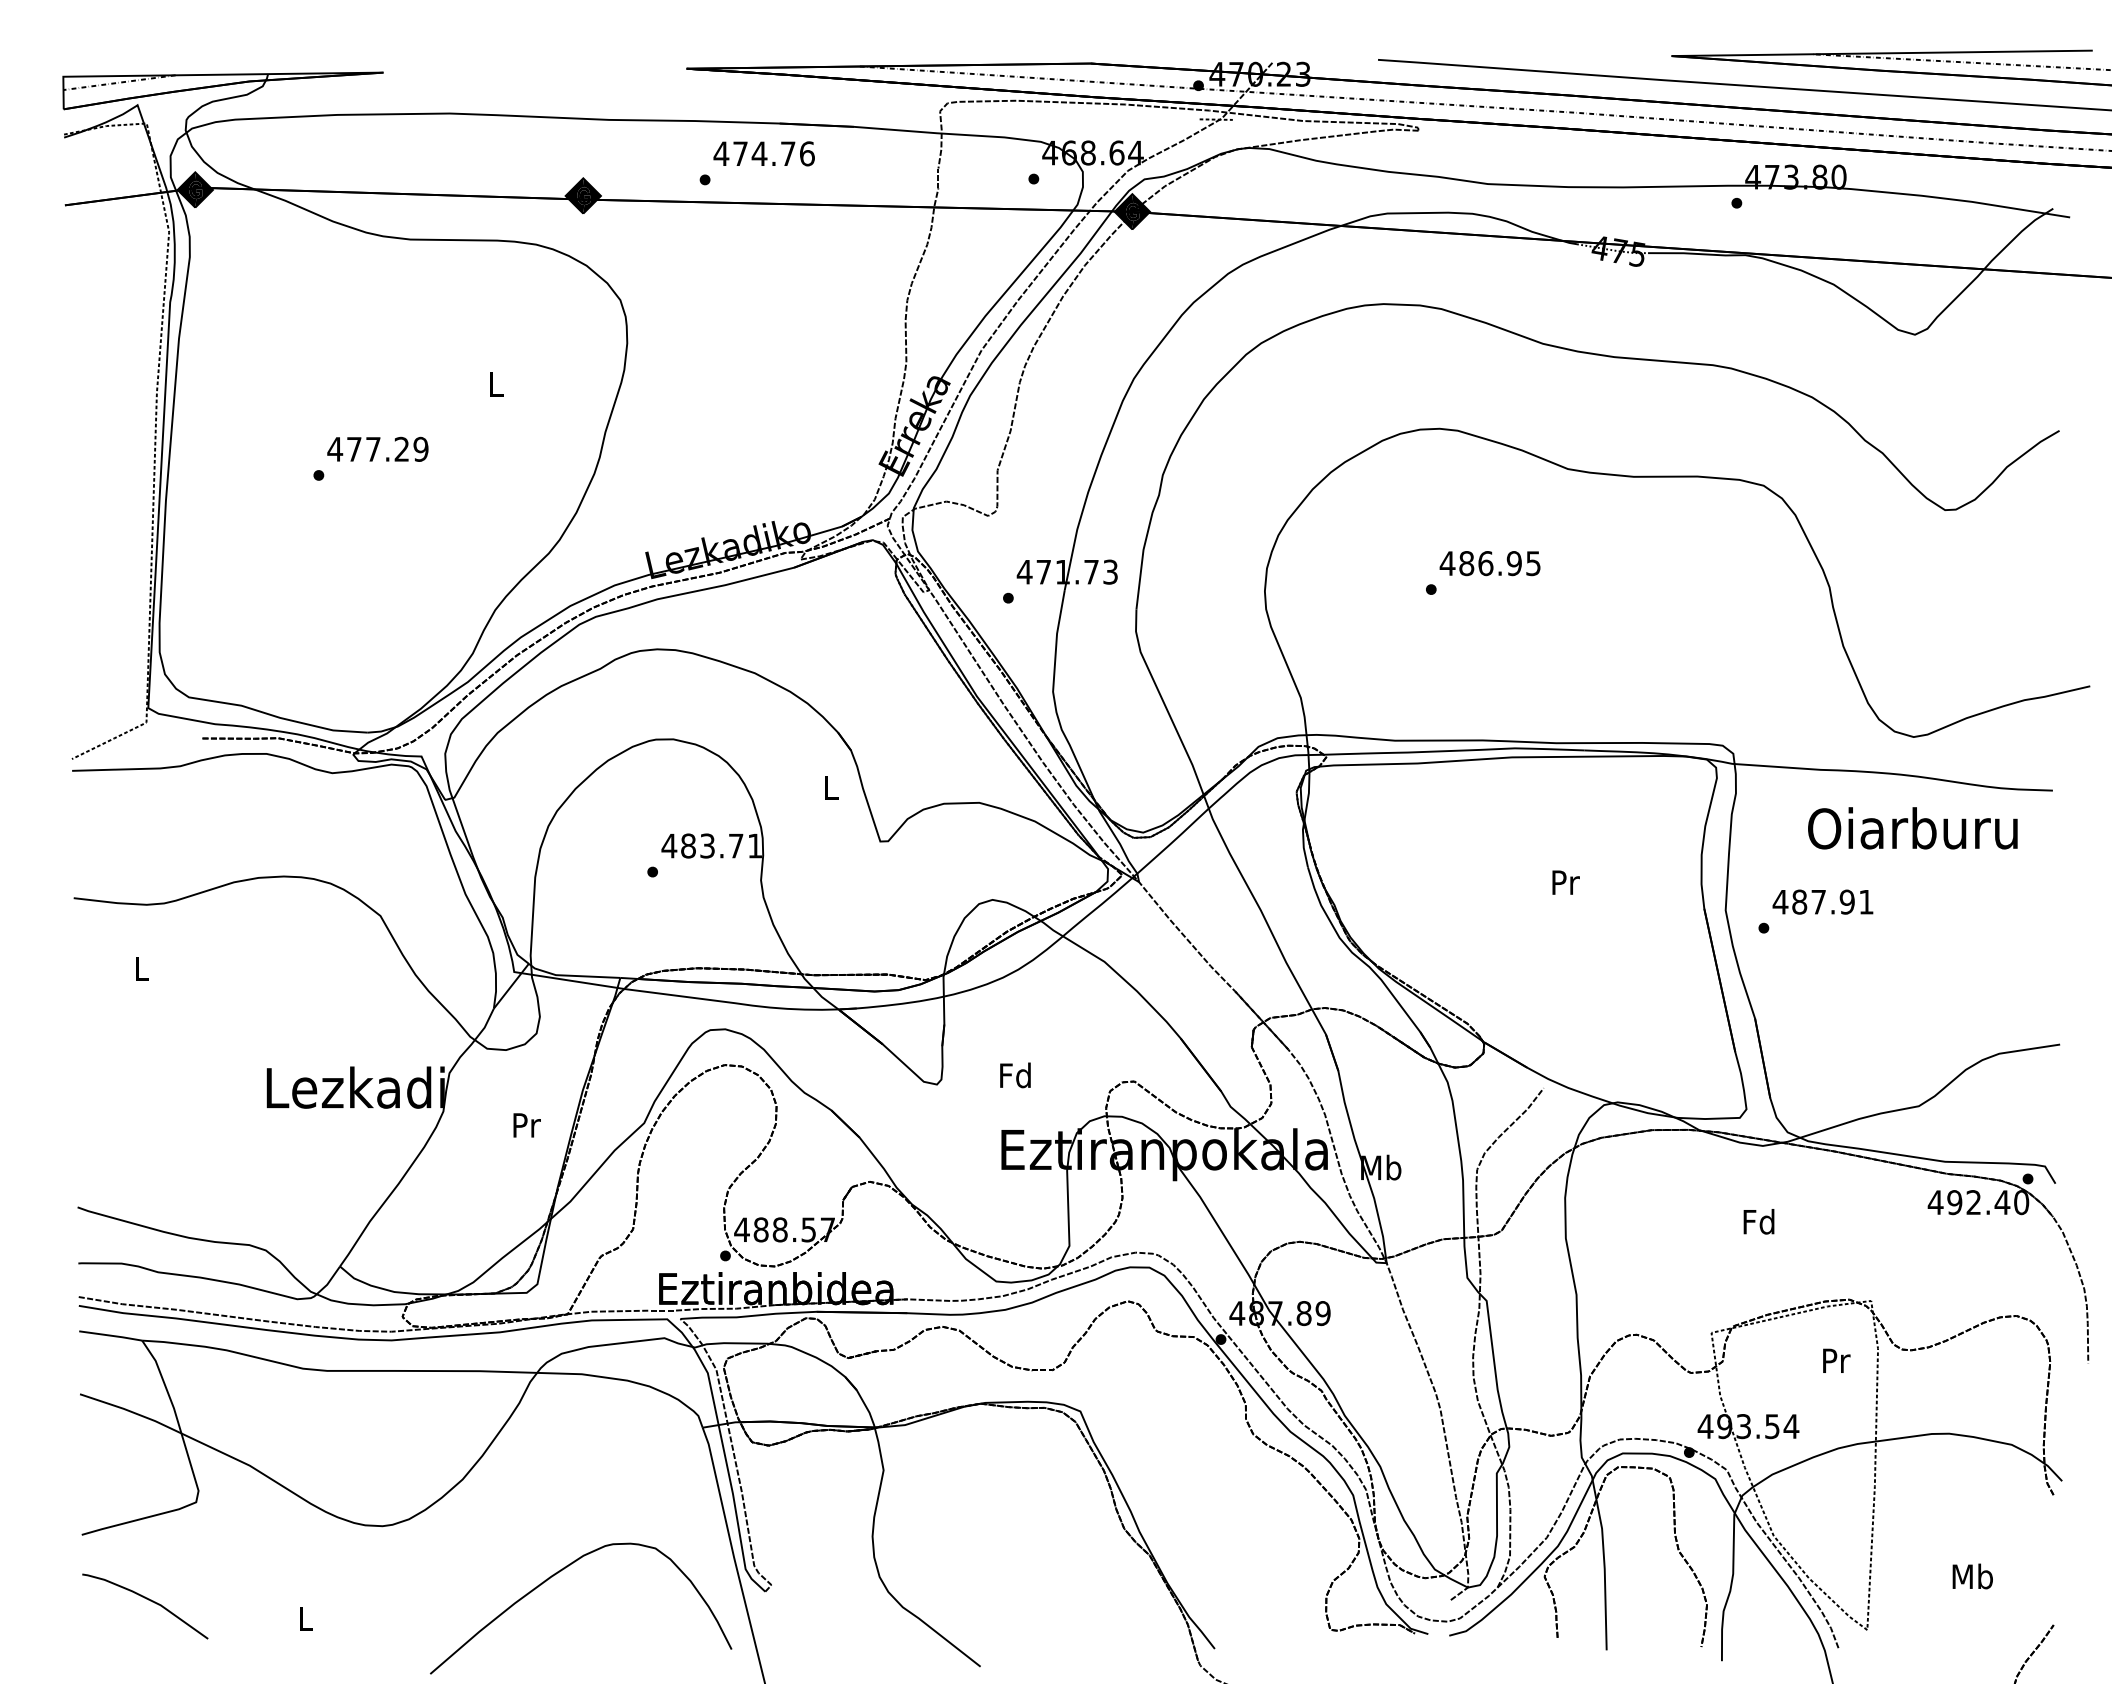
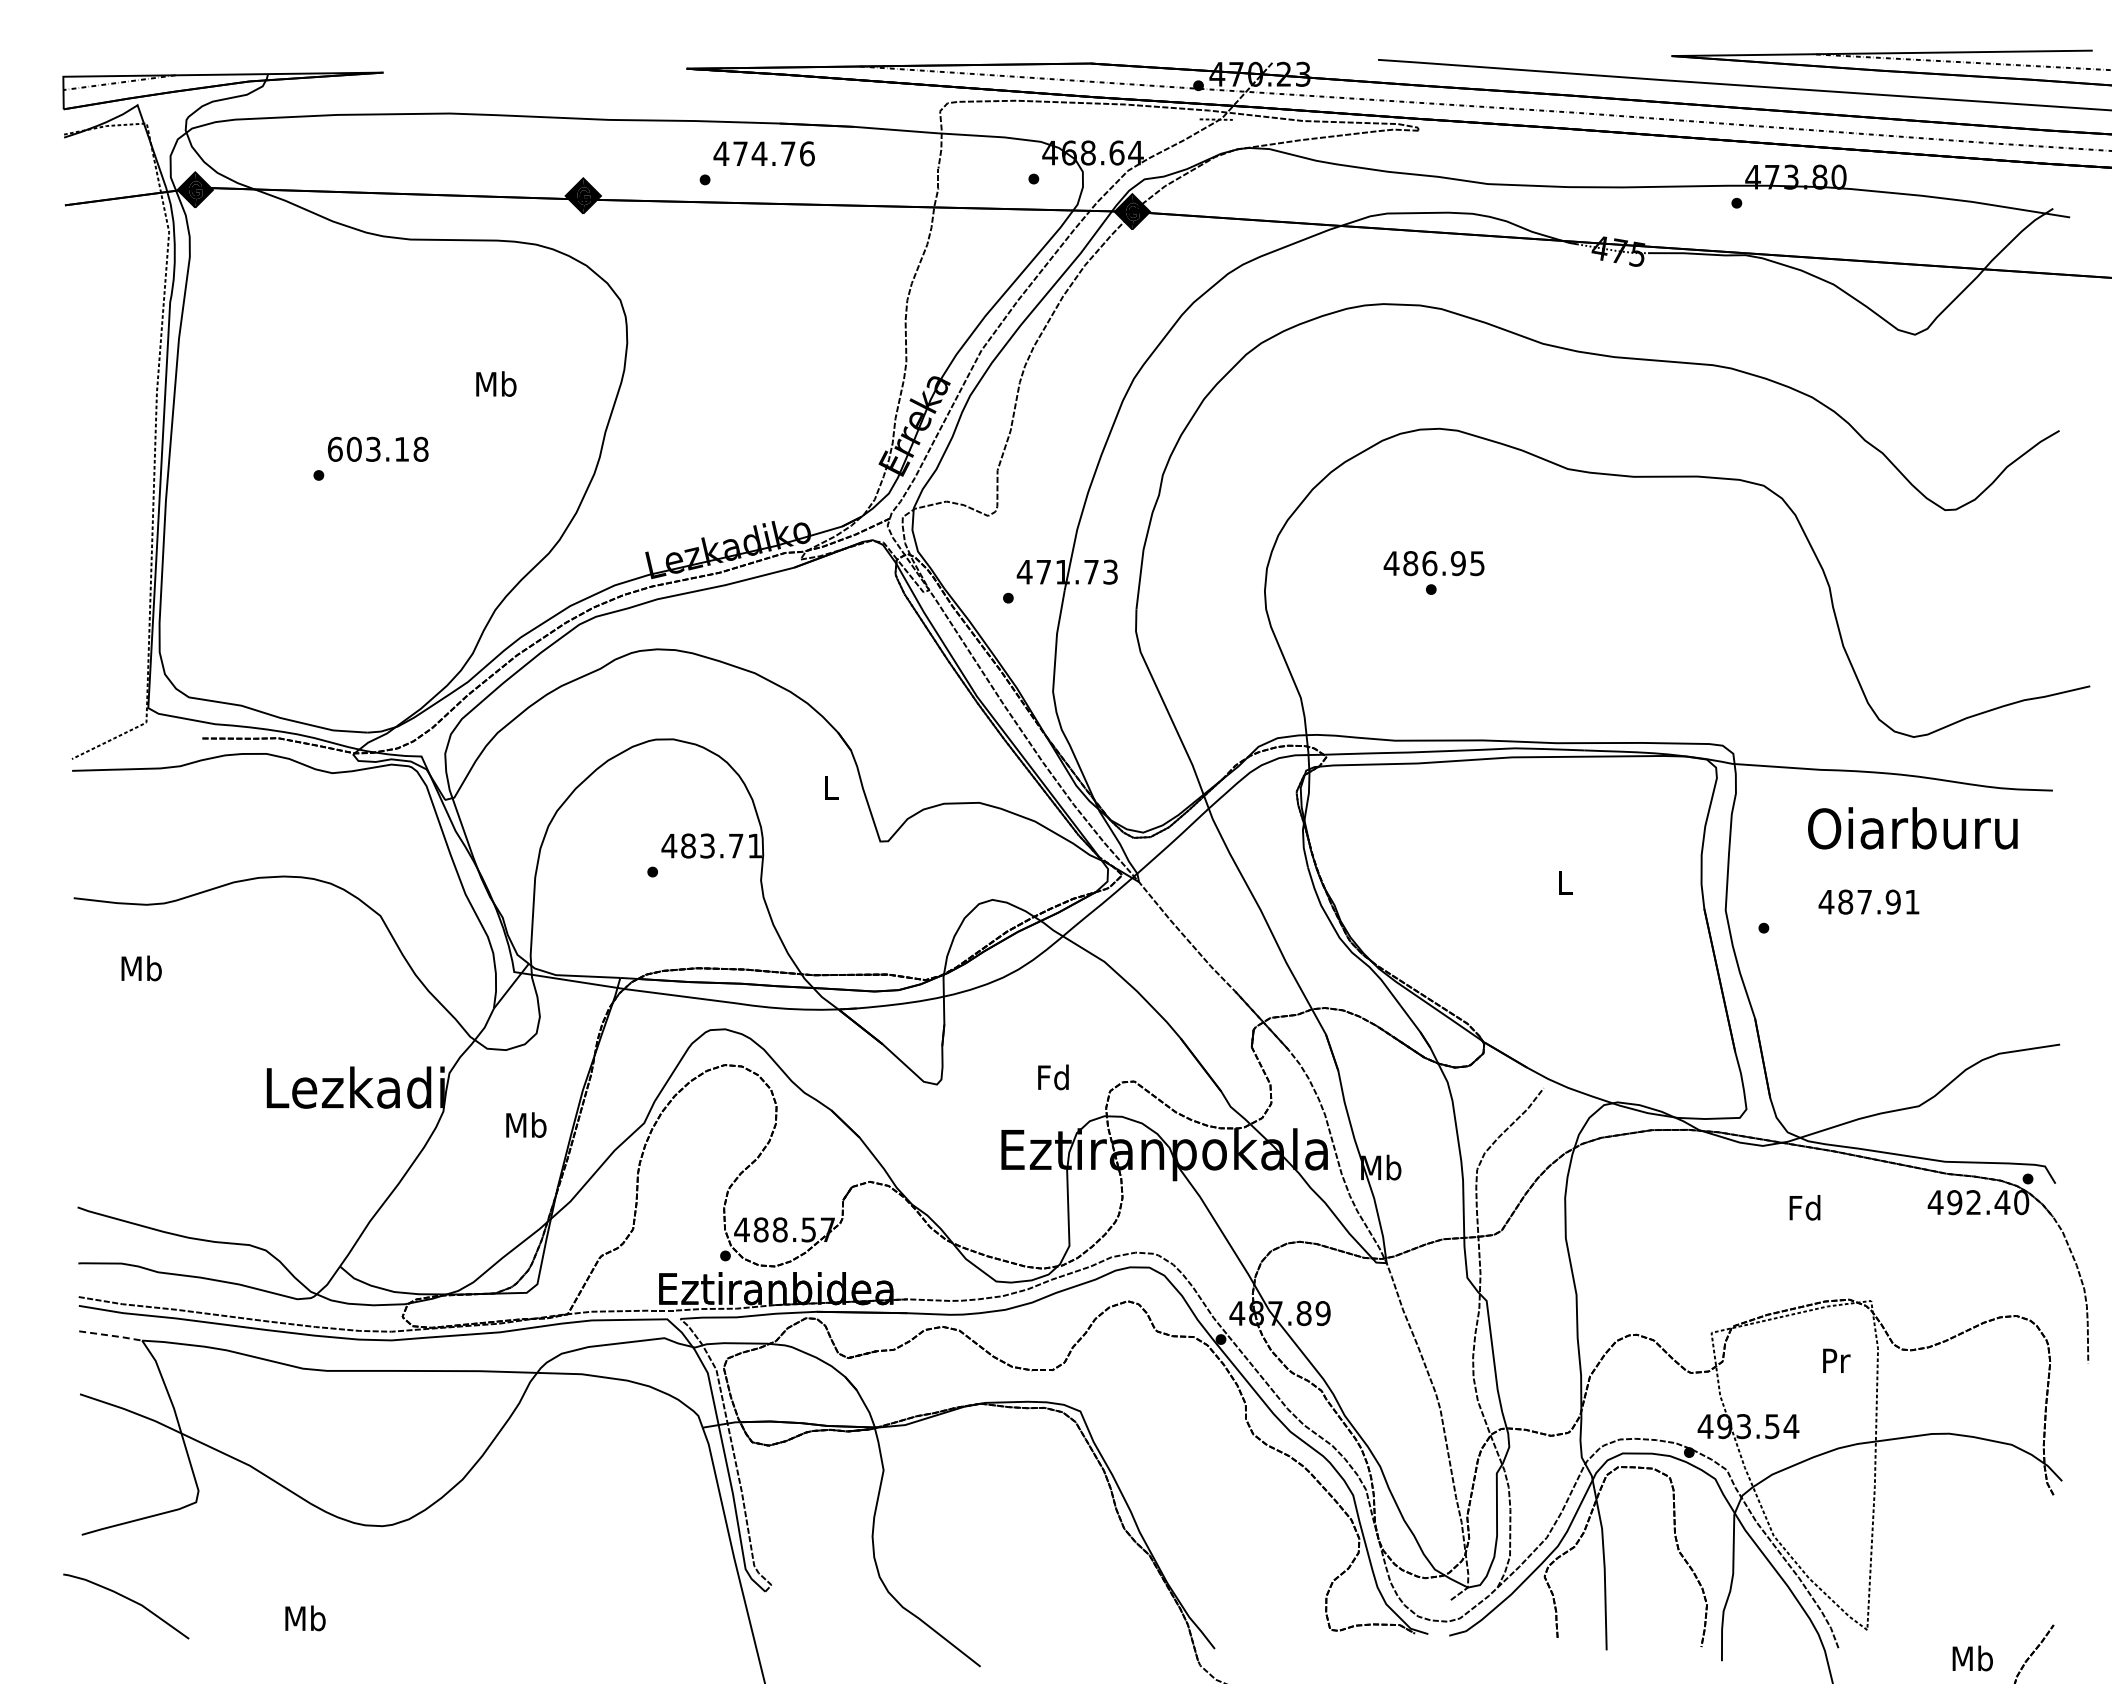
text at (496, 383): L -> Mb
text at (377, 448): 477.29 -> 603.18
text at (1489, 563) position: (1489, 563) -> (1433, 563)
text at (1565, 882): Pr -> L
text at (1822, 901) position: (1822, 901) -> (1868, 901)
text at (141, 968): L -> Mb
text at (1015, 1075) position: (1015, 1075) -> (1053, 1077)
text at (526, 1124): Pr -> Mb
text at (1758, 1221) position: (1758, 1221) -> (1804, 1207)
line at (111, 1335): solid -> dashed
curve at (558, 1573): present -> none
text at (1972, 1576) position: (1972, 1576) -> (1972, 1658)
curve at (148, 1600) position: (148, 1600) -> (129, 1600)
text at (305, 1618): L -> Mb
